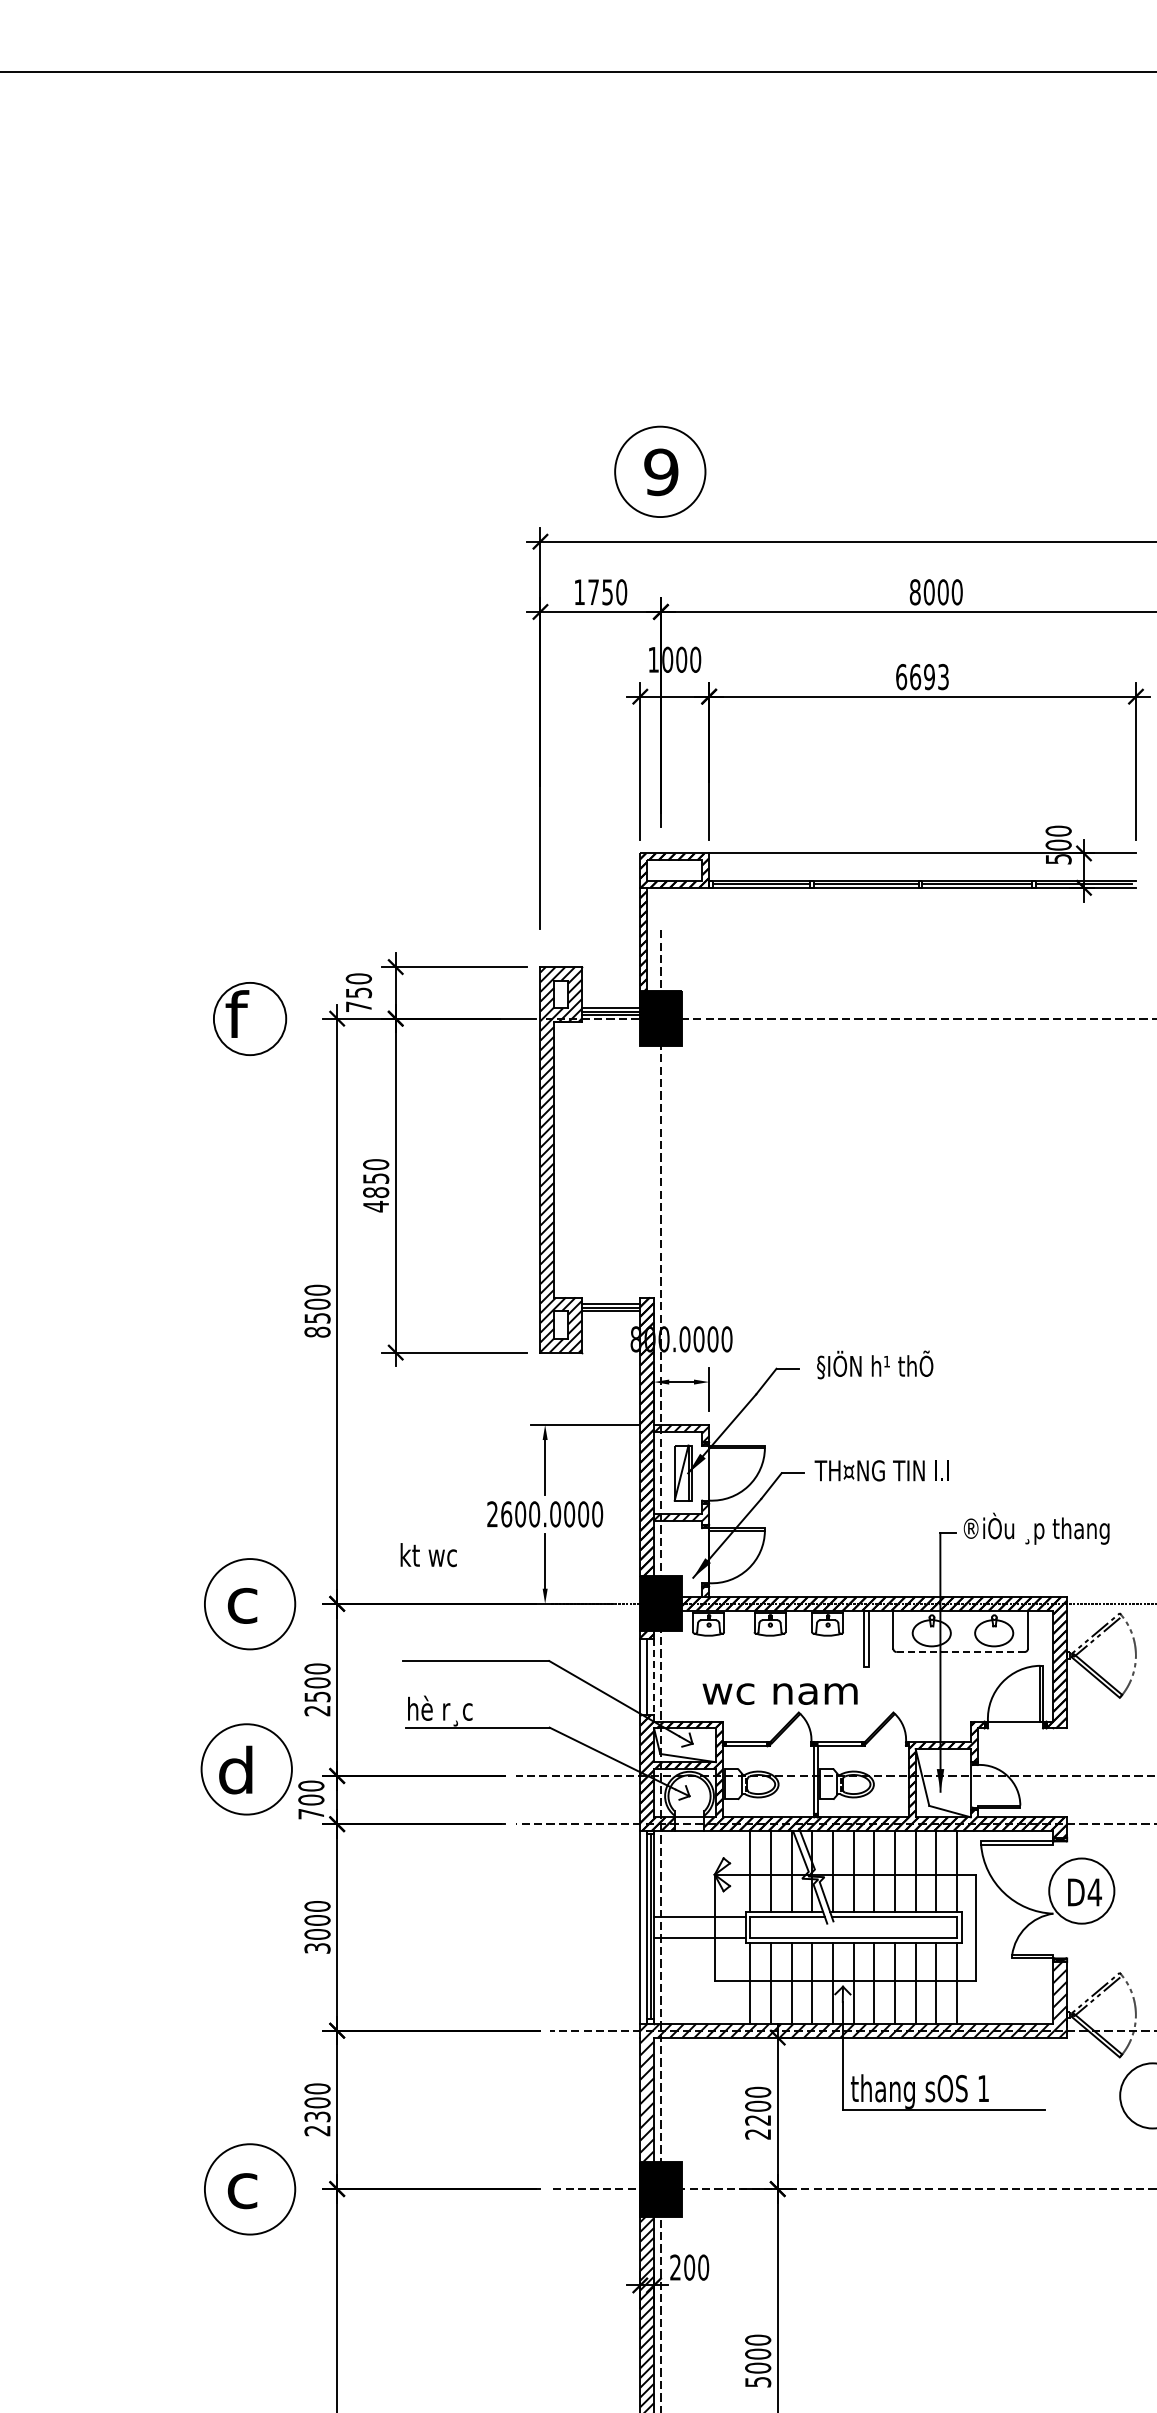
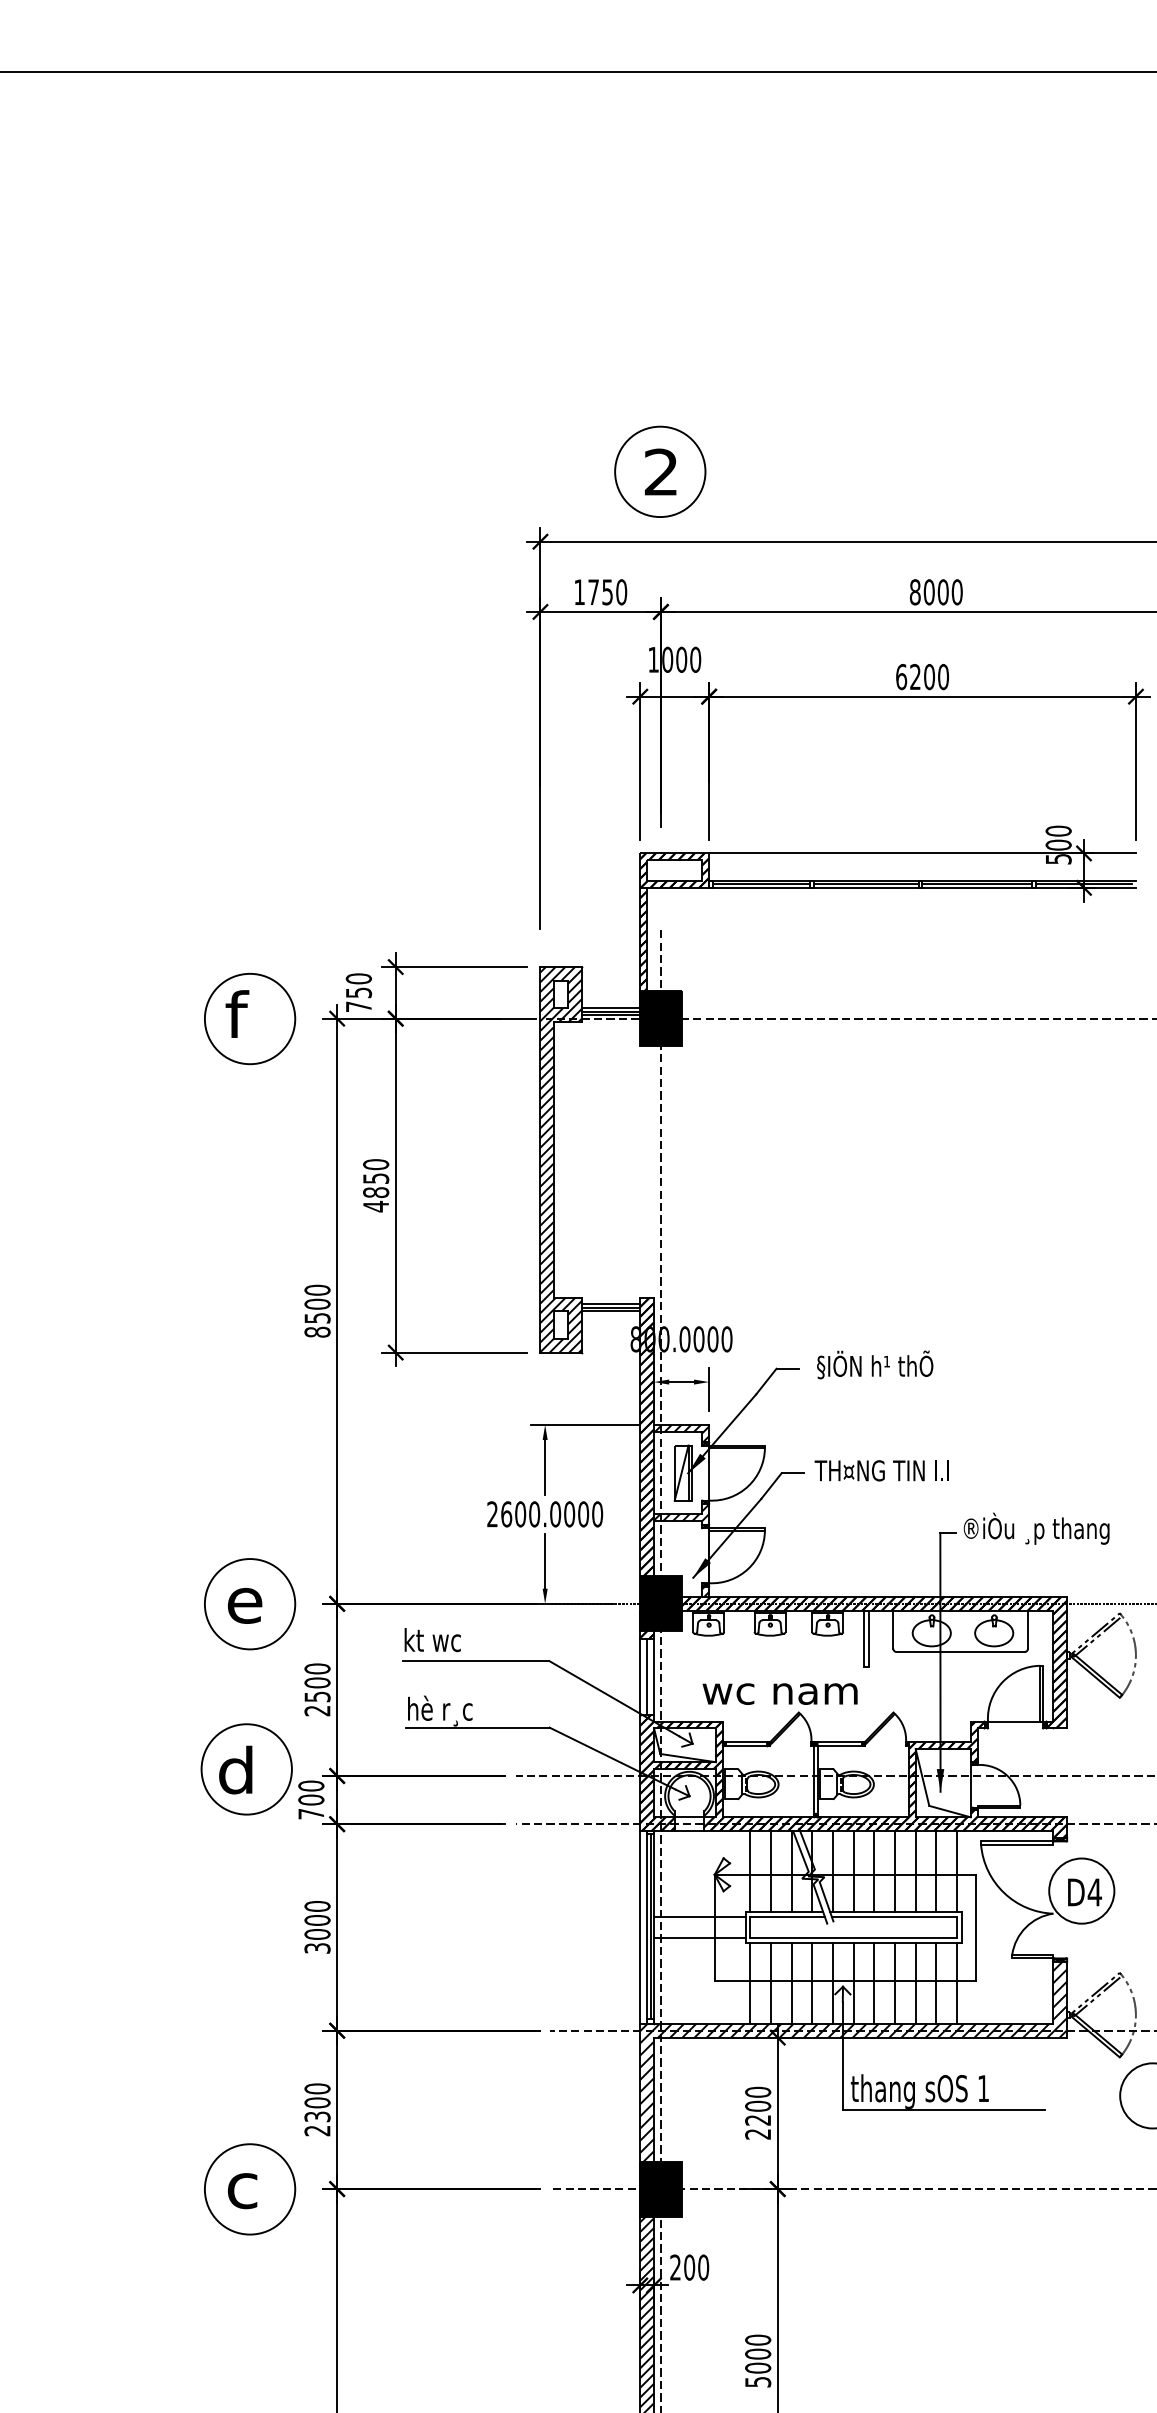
text at (661, 472): 9 -> 2
text at (929, 677): 6693 -> 6200
circle at (249, 1018) diameter: 72 px -> 90 px
text at (428, 1555) position: (428, 1555) -> (432, 1640)
text at (247, 1605): c -> e
line at (960, 1652): dashed -> solid
line at (654, 1676): dashed -> solid
